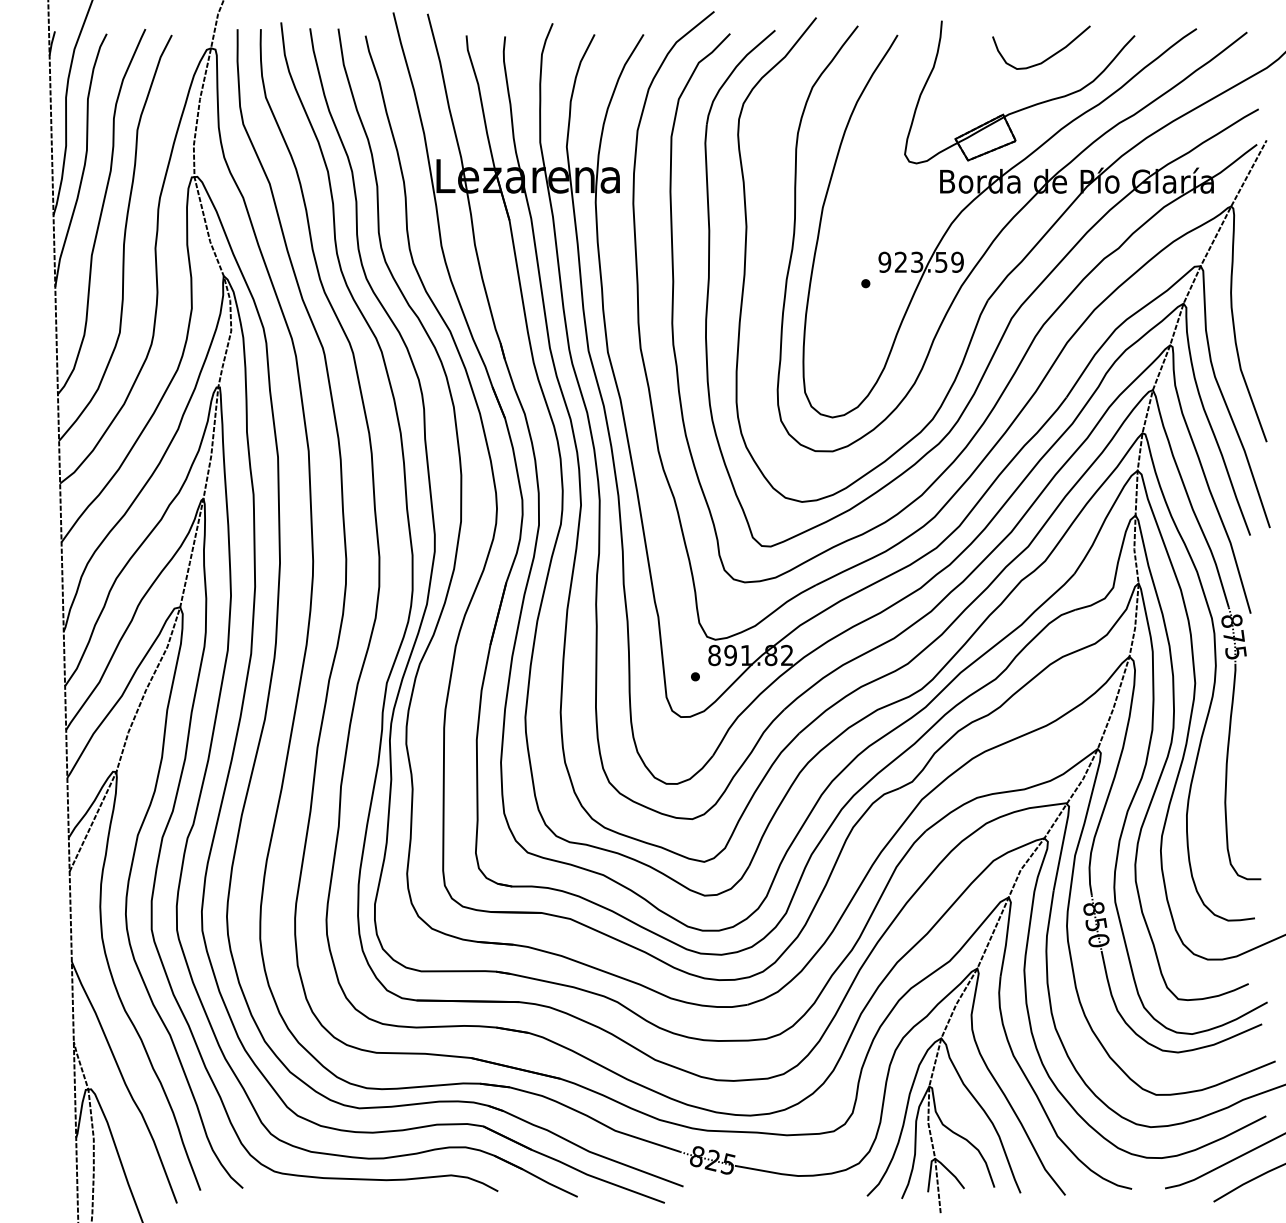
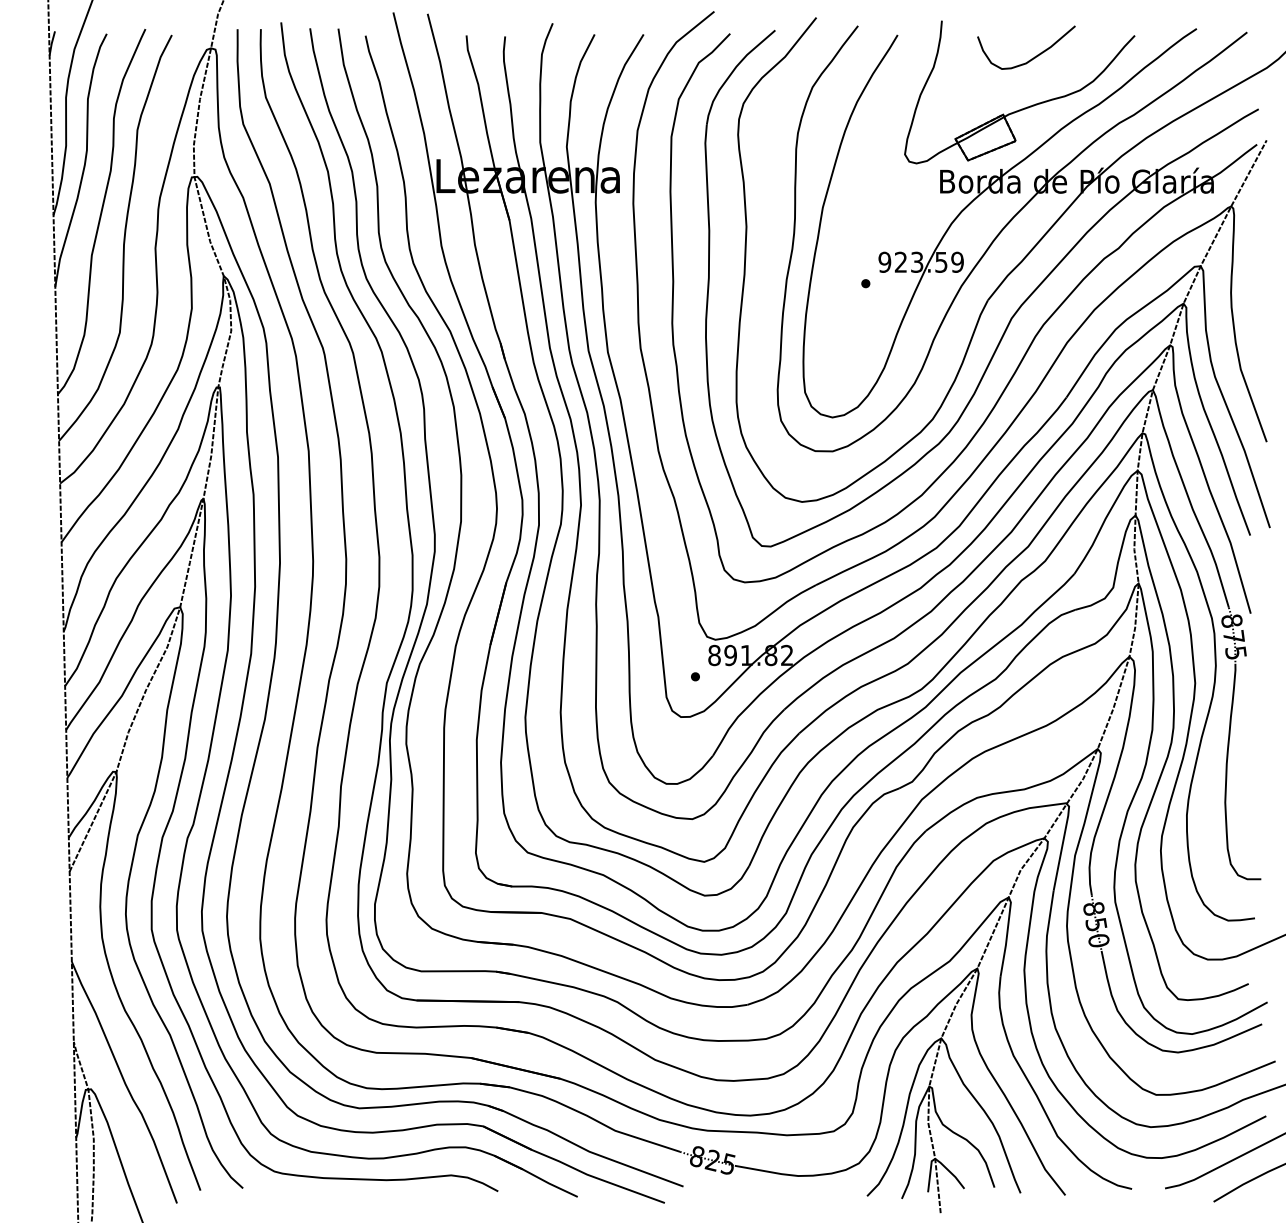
curve at (1049, 56) position: (1049, 56) -> (1034, 56)
